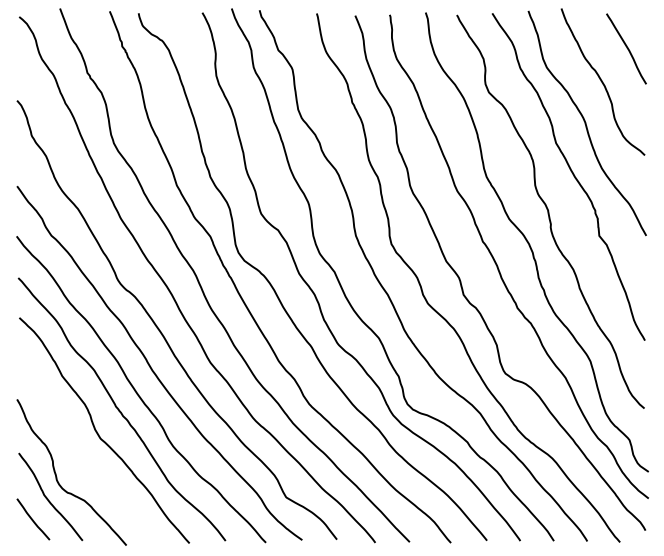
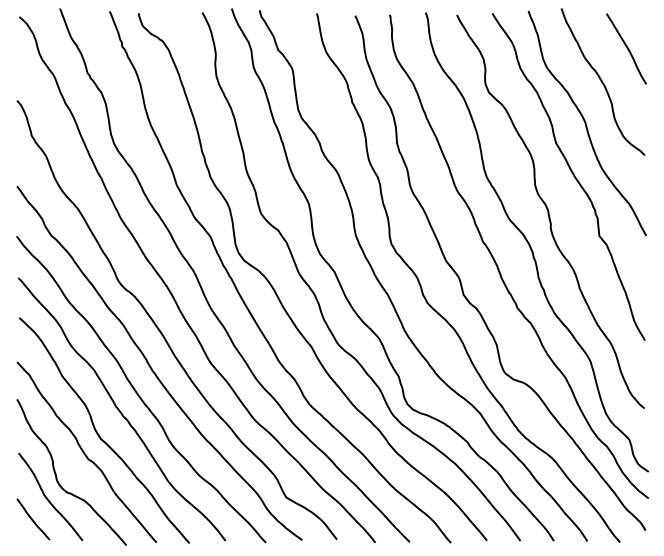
curve at (84, 451): none -> present
